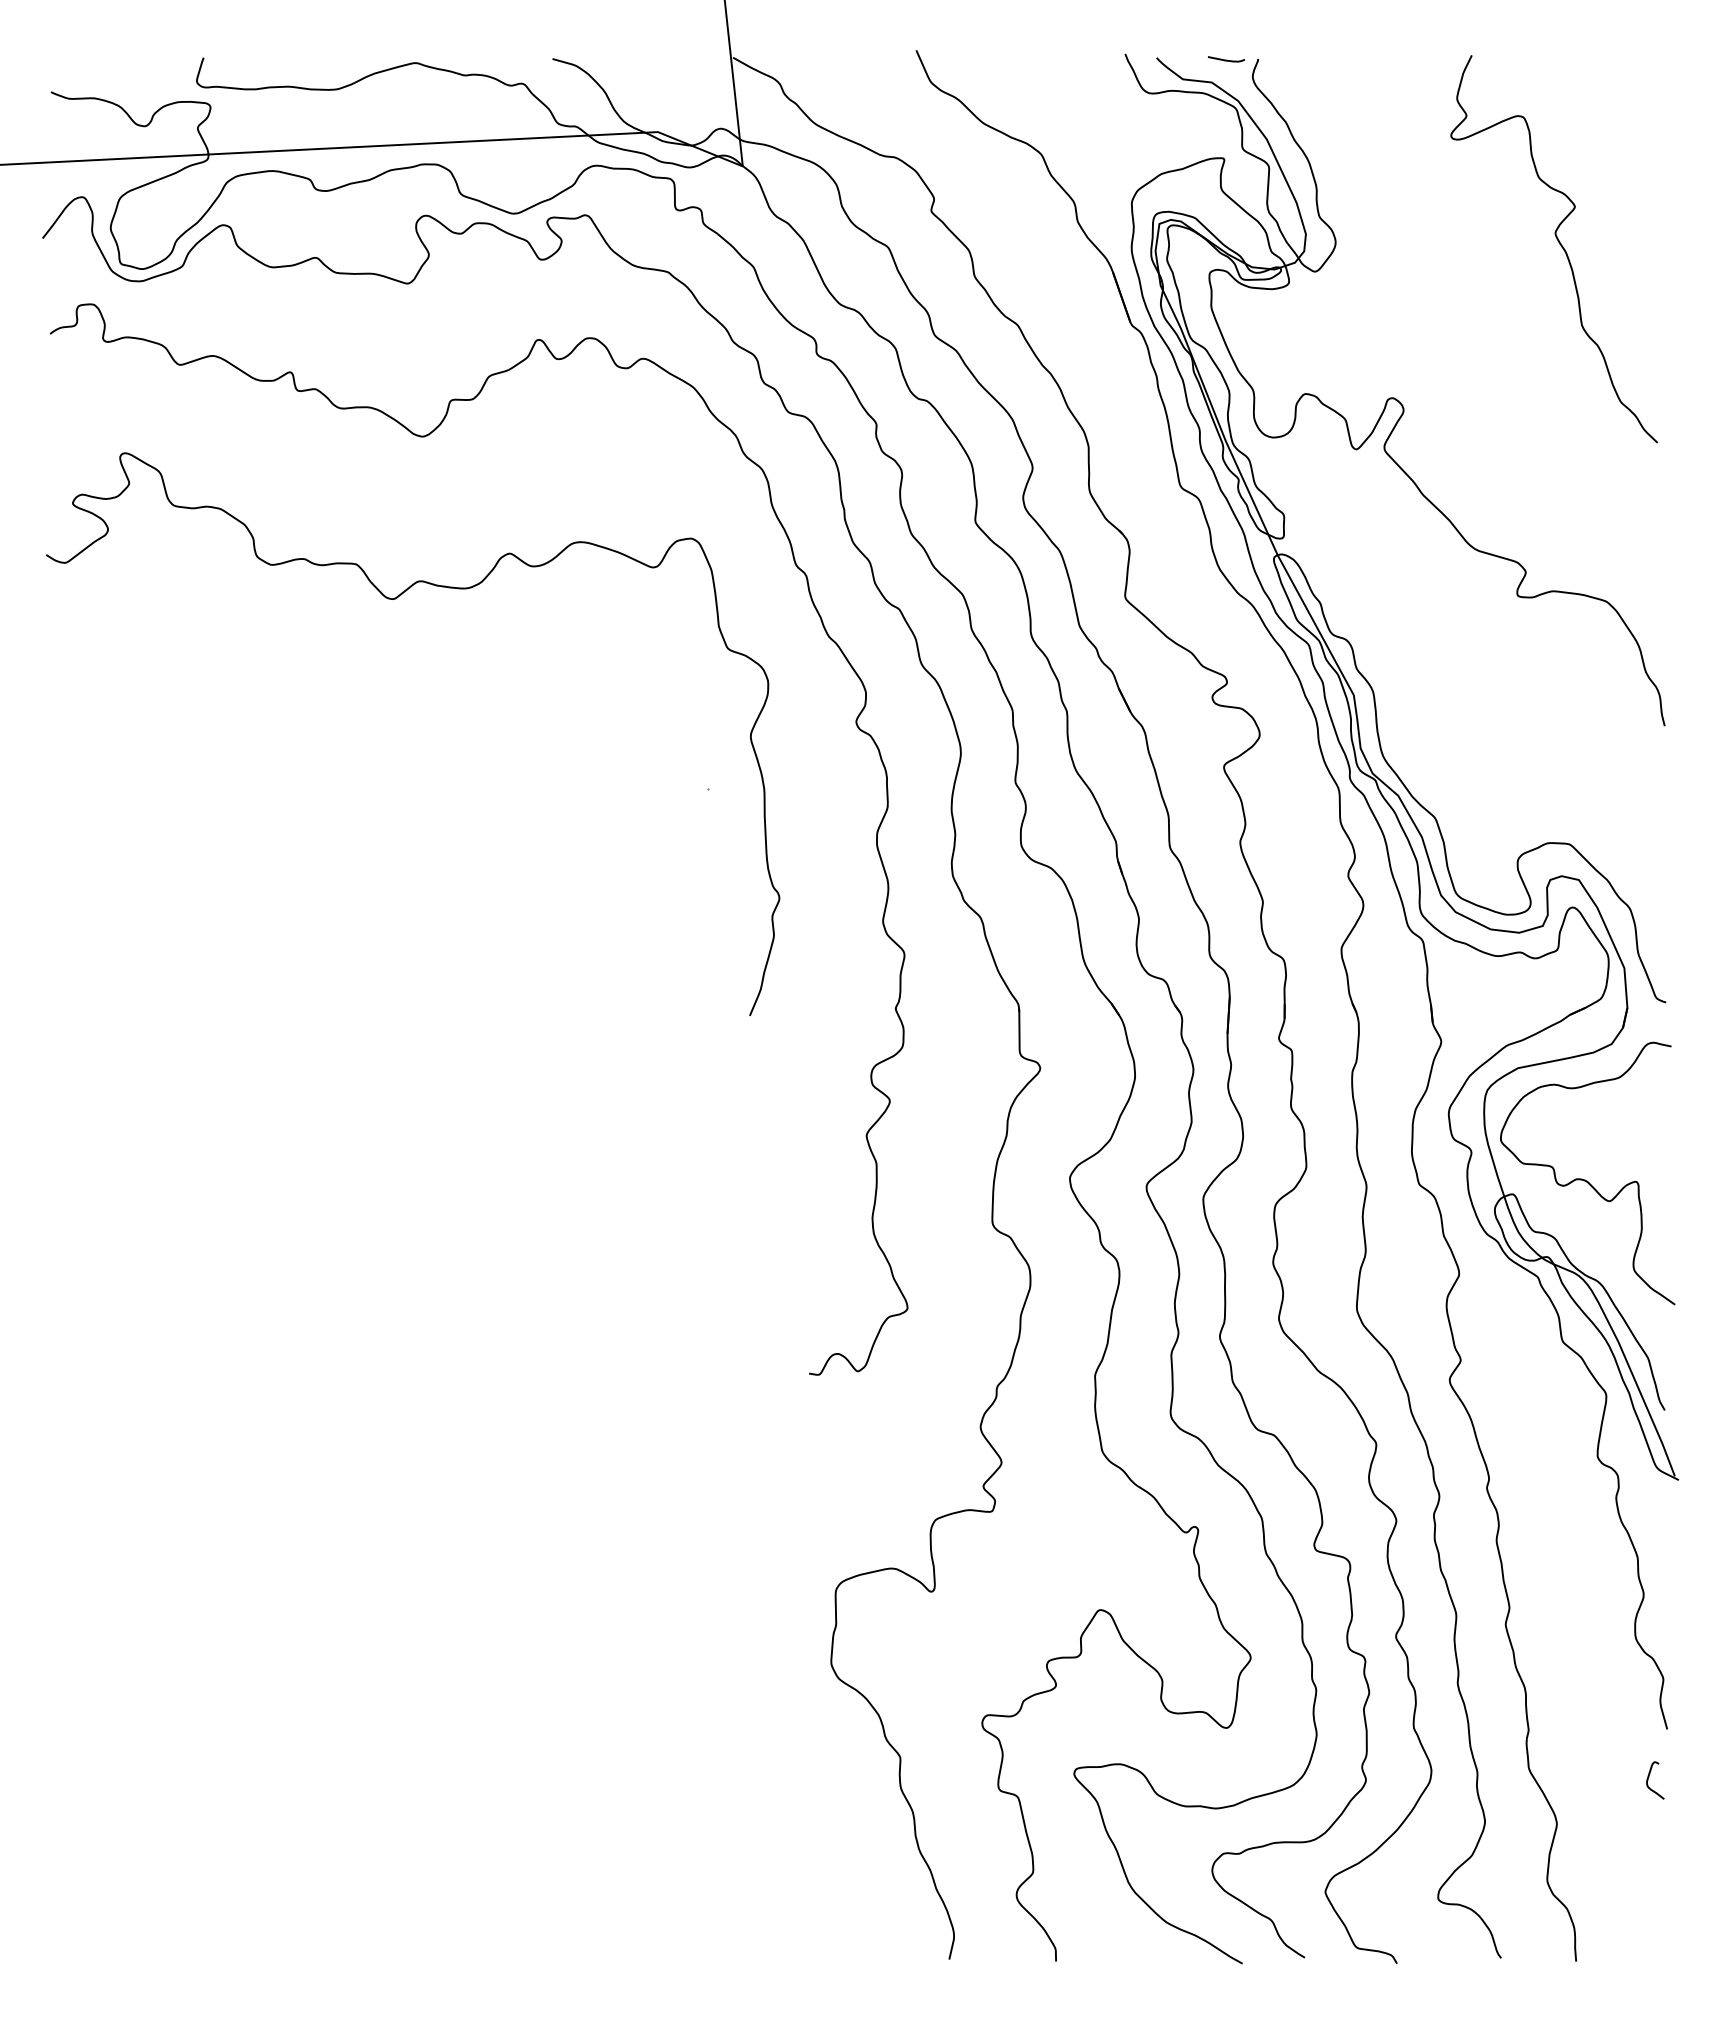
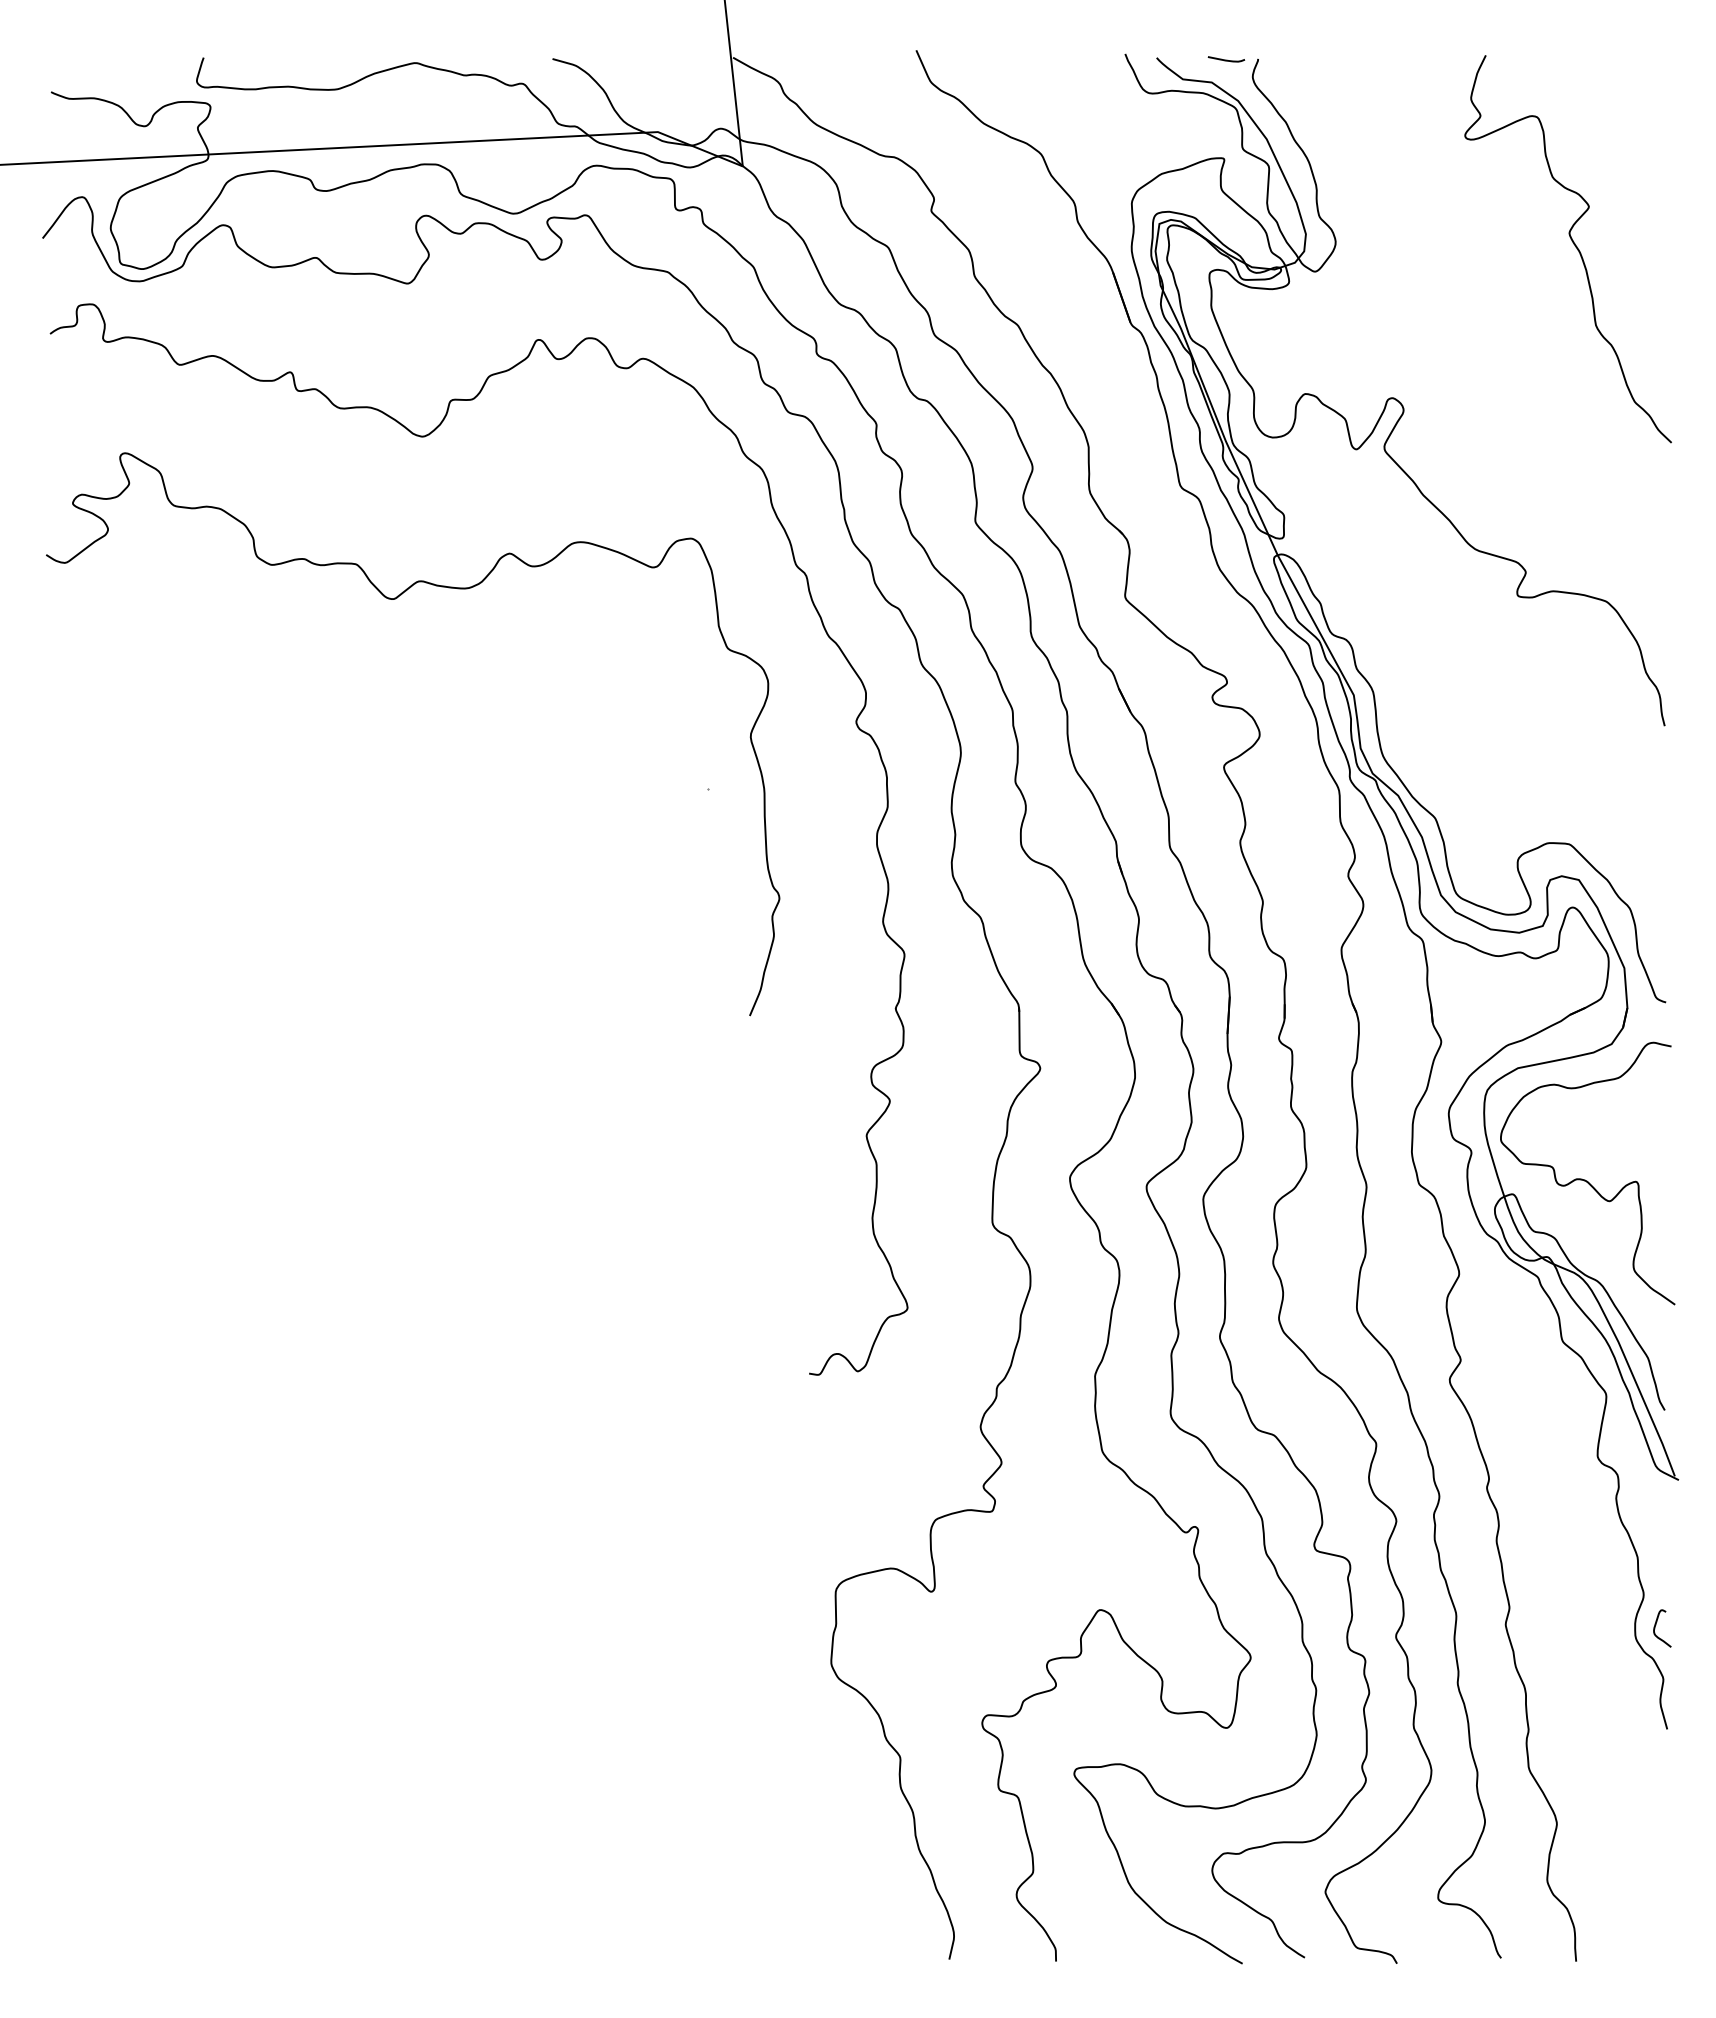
curve at (1559, 244) position: (1559, 244) -> (1573, 244)
curve at (1649, 1777) position: (1649, 1777) -> (1656, 1625)
